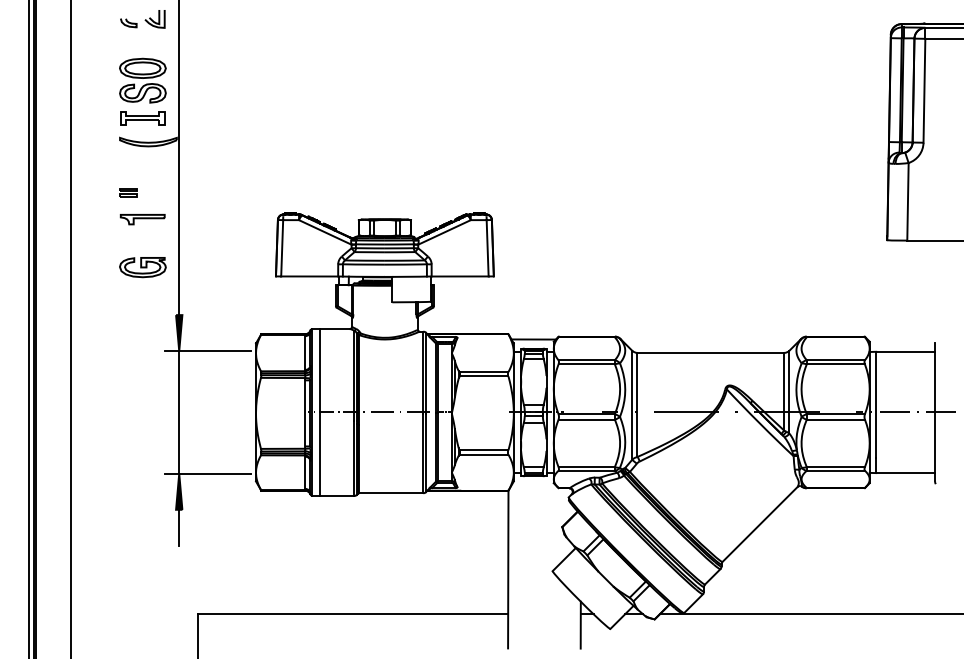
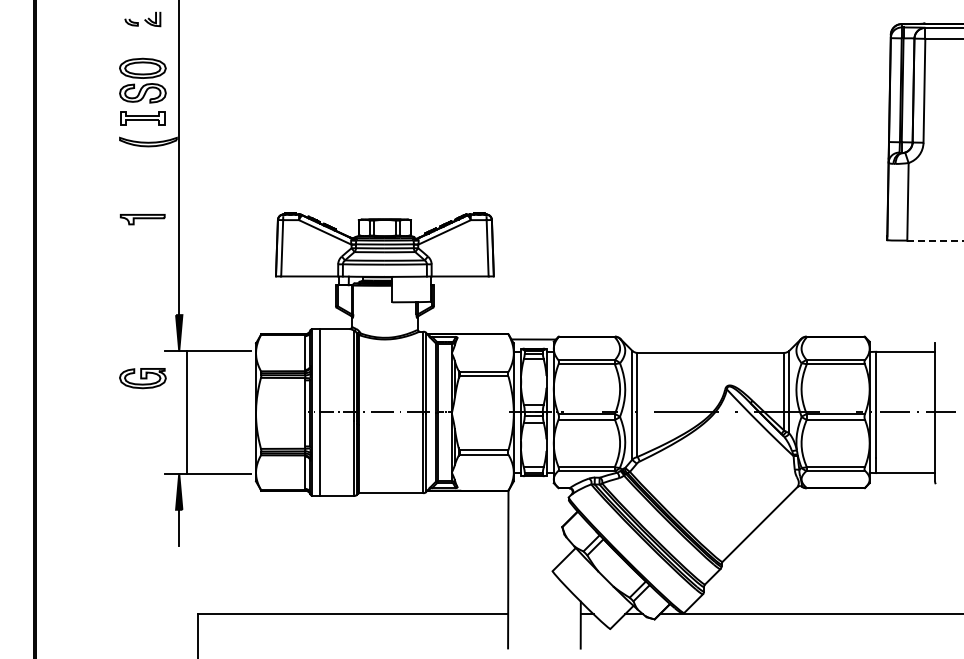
part at (142, 19) size: 46x19 px -> 38x17 px
part at (128, 192): present -> none
line at (935, 240): solid -> dashed
part at (142, 267) position: (142, 267) -> (142, 378)
line at (28, 328): present -> none
line at (70, 328): present -> none
line at (179, 412) position: (179, 412) -> (187, 412)
